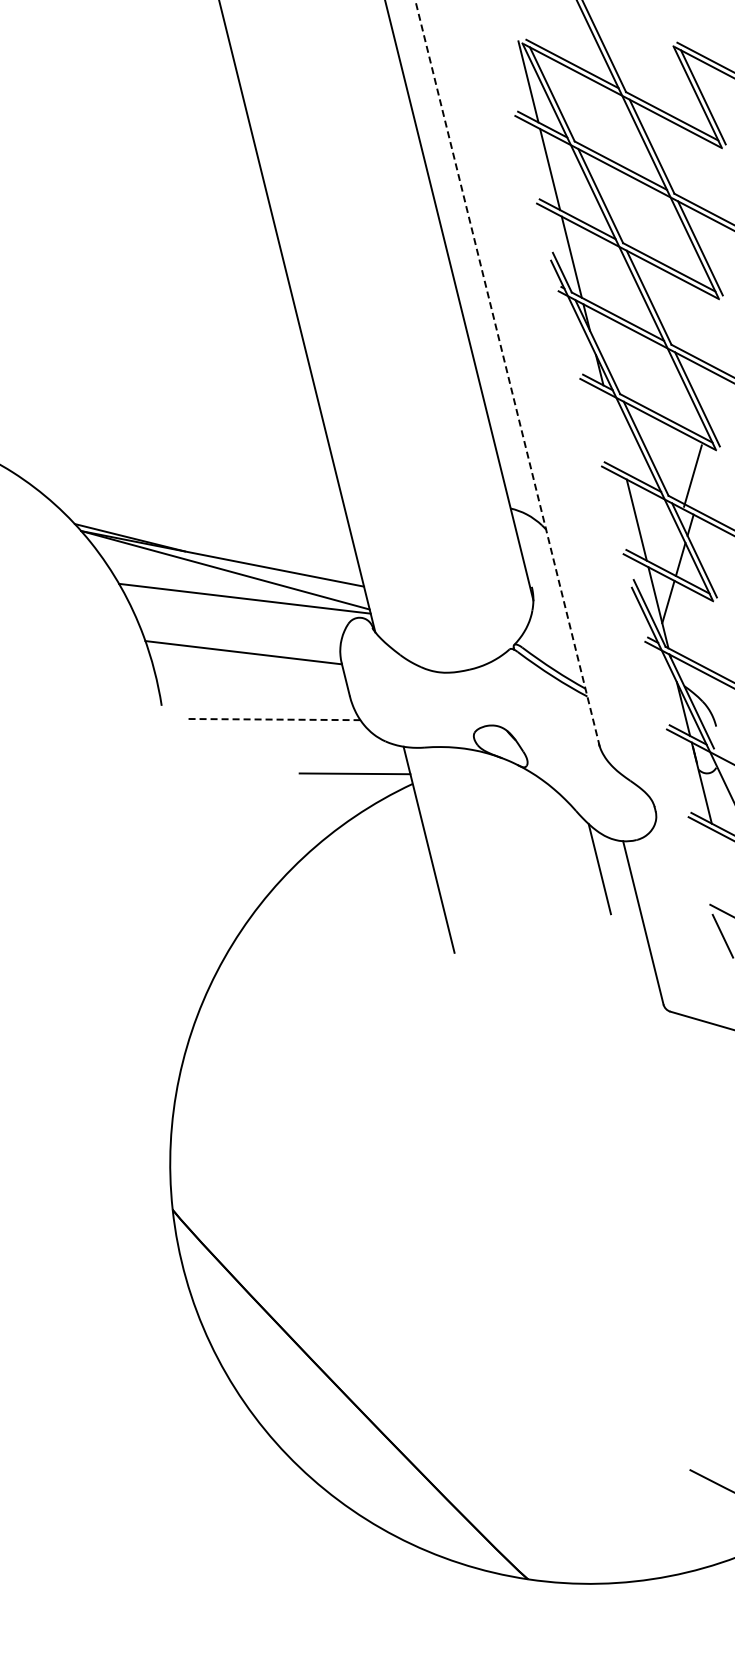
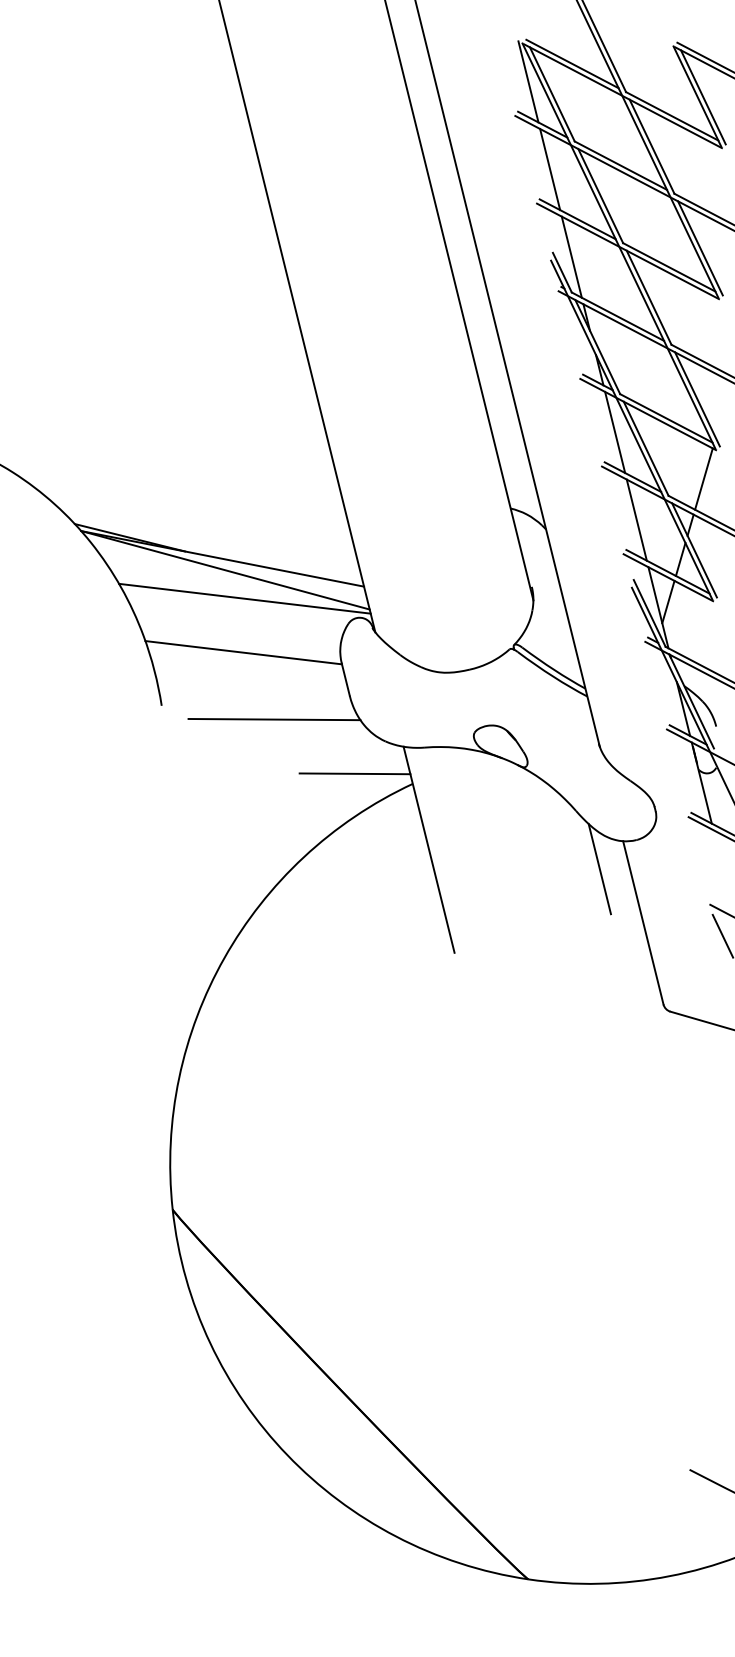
line at (507, 373): dashed -> solid
line at (615, 432): none -> present
line at (692, 475) position: (692, 475) -> (703, 478)
line at (274, 719): dashed -> solid
